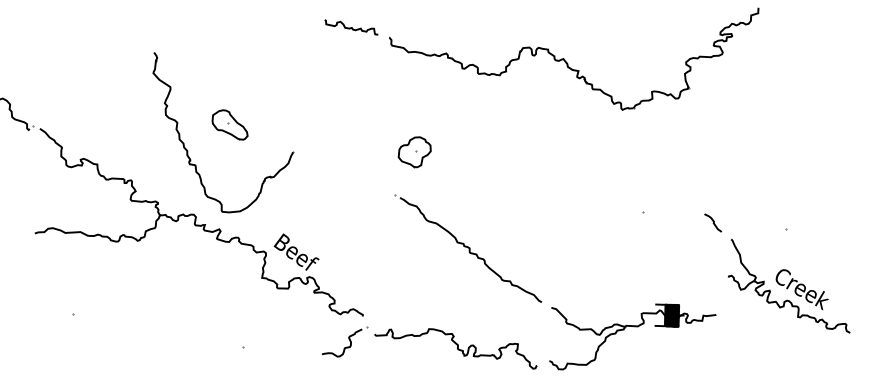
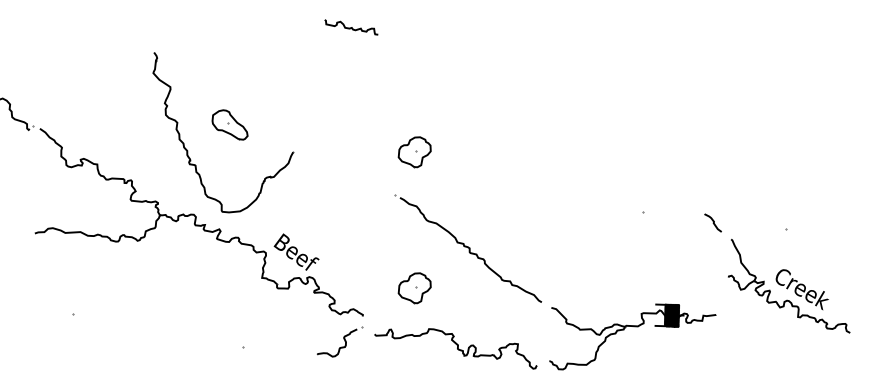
part at (568, 63): present -> none
part at (414, 288): none -> present
part at (344, 341) position: (344, 341) -> (339, 341)
